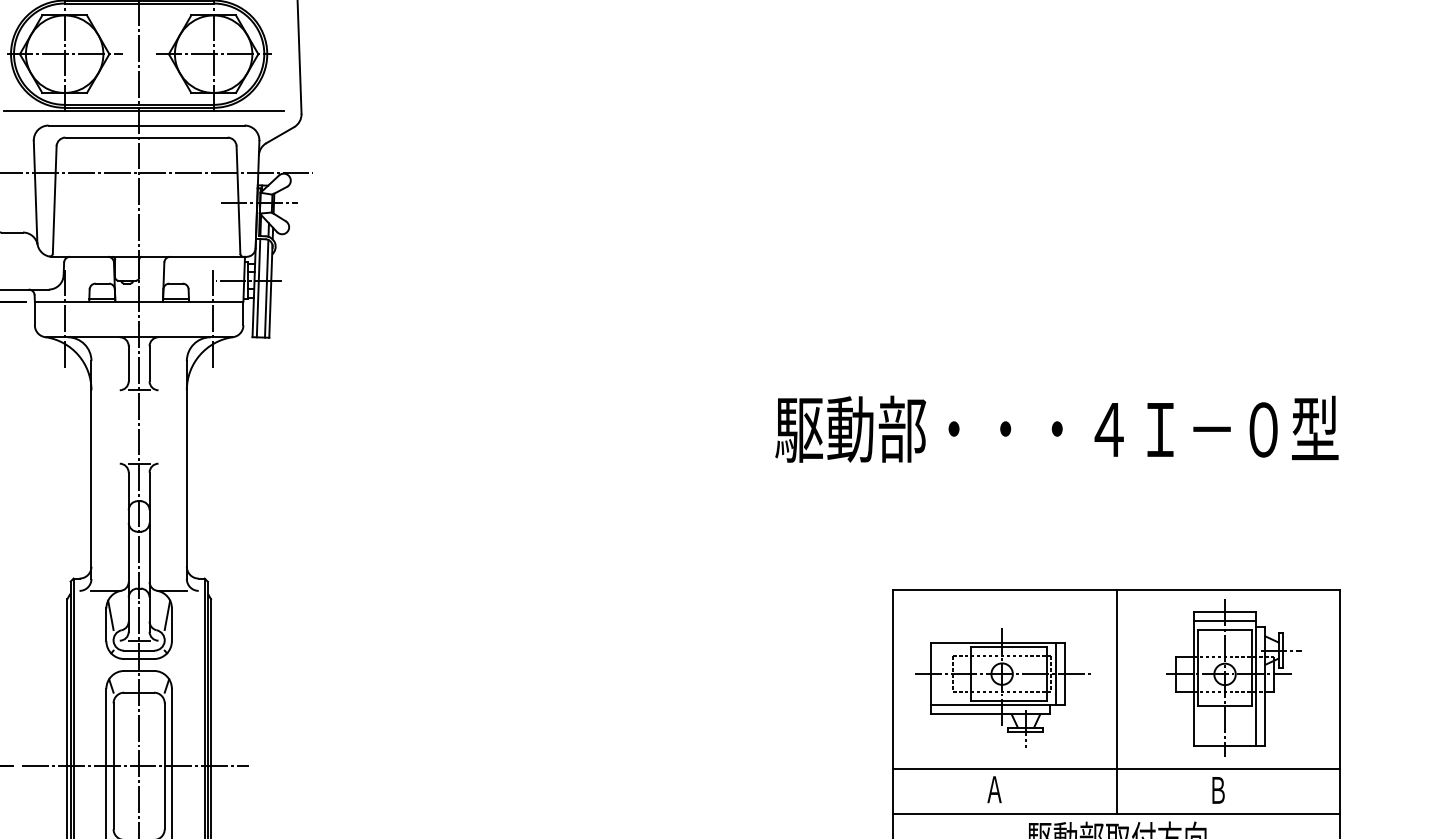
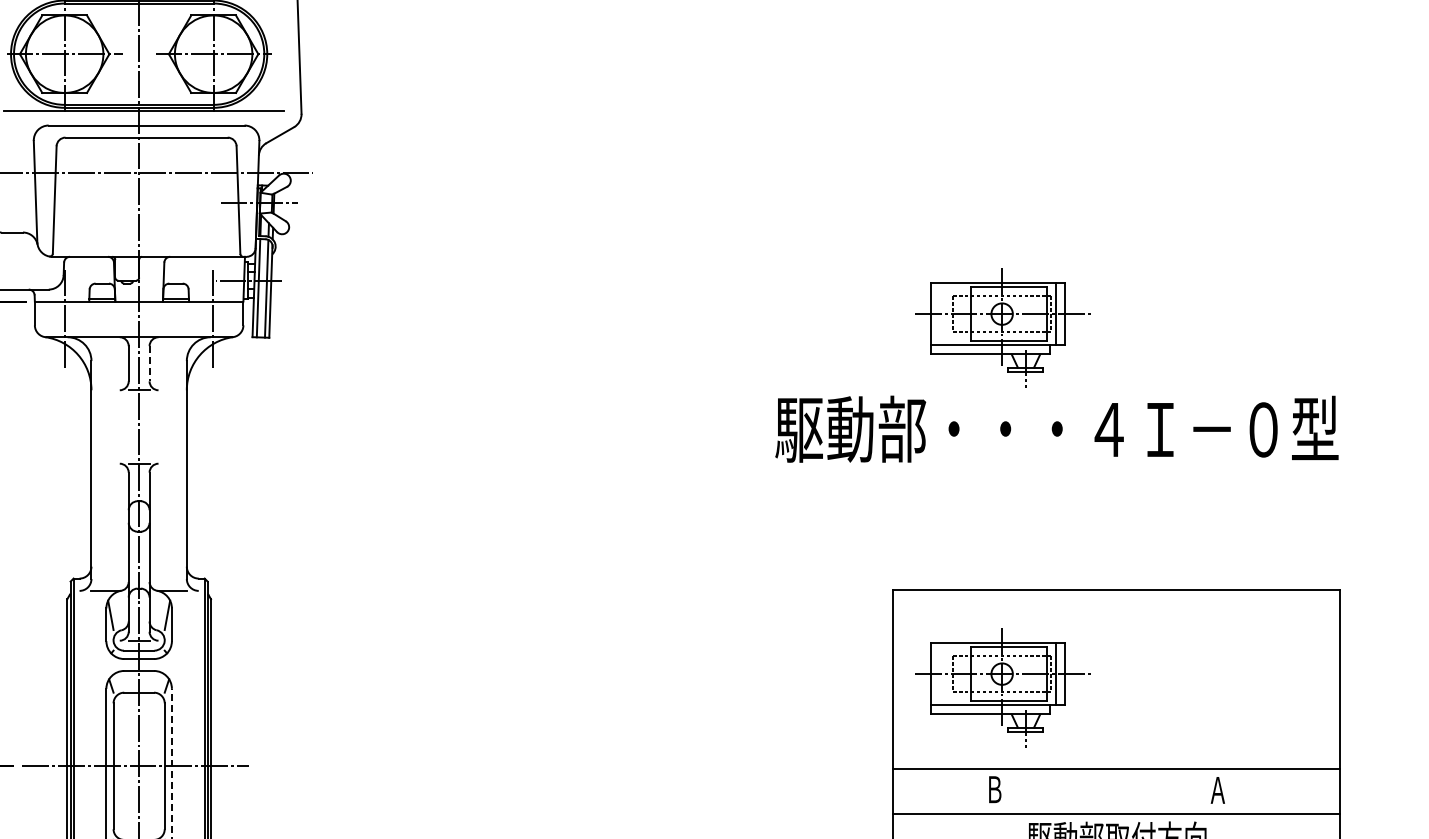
part at (1002, 327): none -> present
line at (149, 363): solid -> dashed
part at (1233, 677): present -> none
line at (1116, 701): present -> none
line at (171, 763): solid -> dashed
text at (994, 789): Ａ -> Ｂ
text at (1217, 790): Ｂ -> Ａ
